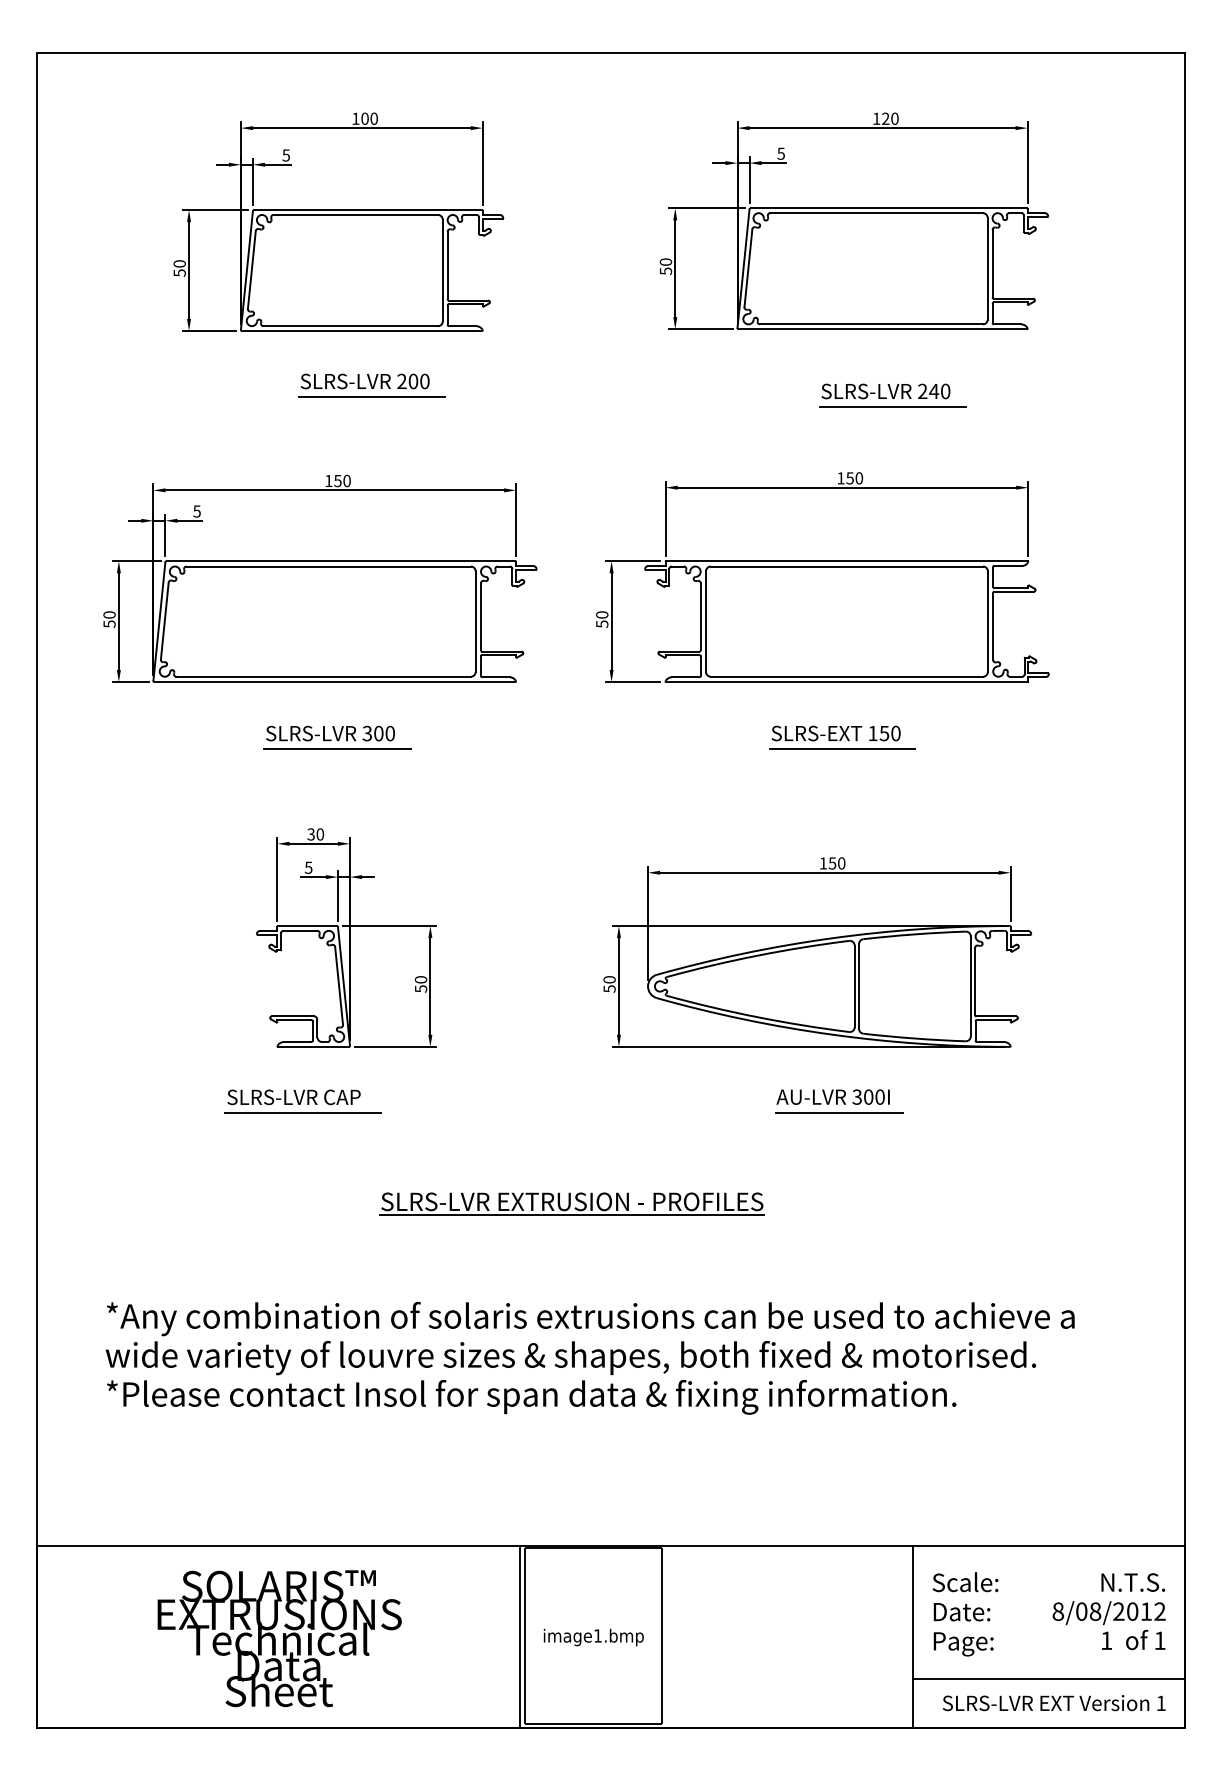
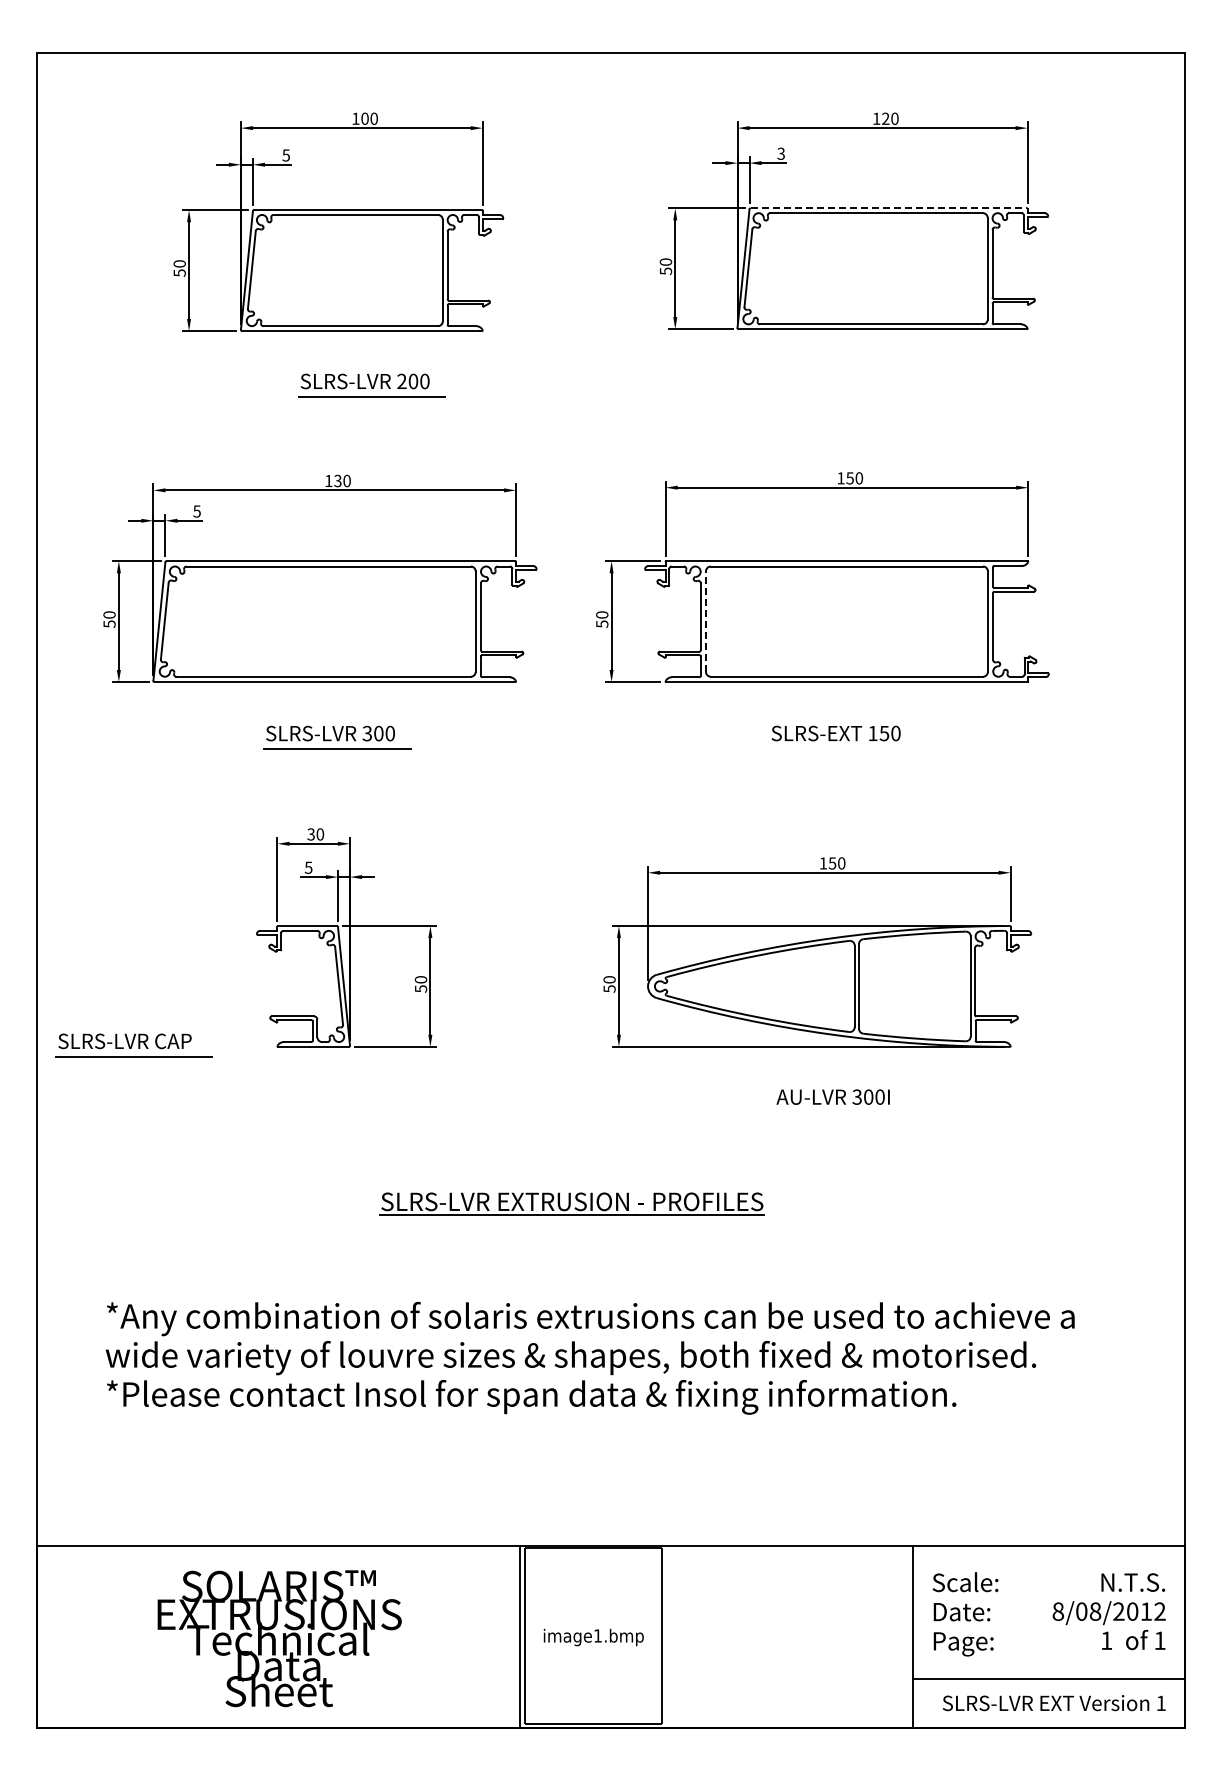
text at (781, 153): 5 -> 3
line at (889, 208): solid -> dashed
part at (892, 395): present -> none
text at (337, 480): 150 -> 130
line at (706, 621): solid -> dashed
line at (842, 748): present -> none
part at (302, 1101) position: (302, 1101) -> (133, 1045)
line at (839, 1112): present -> none
